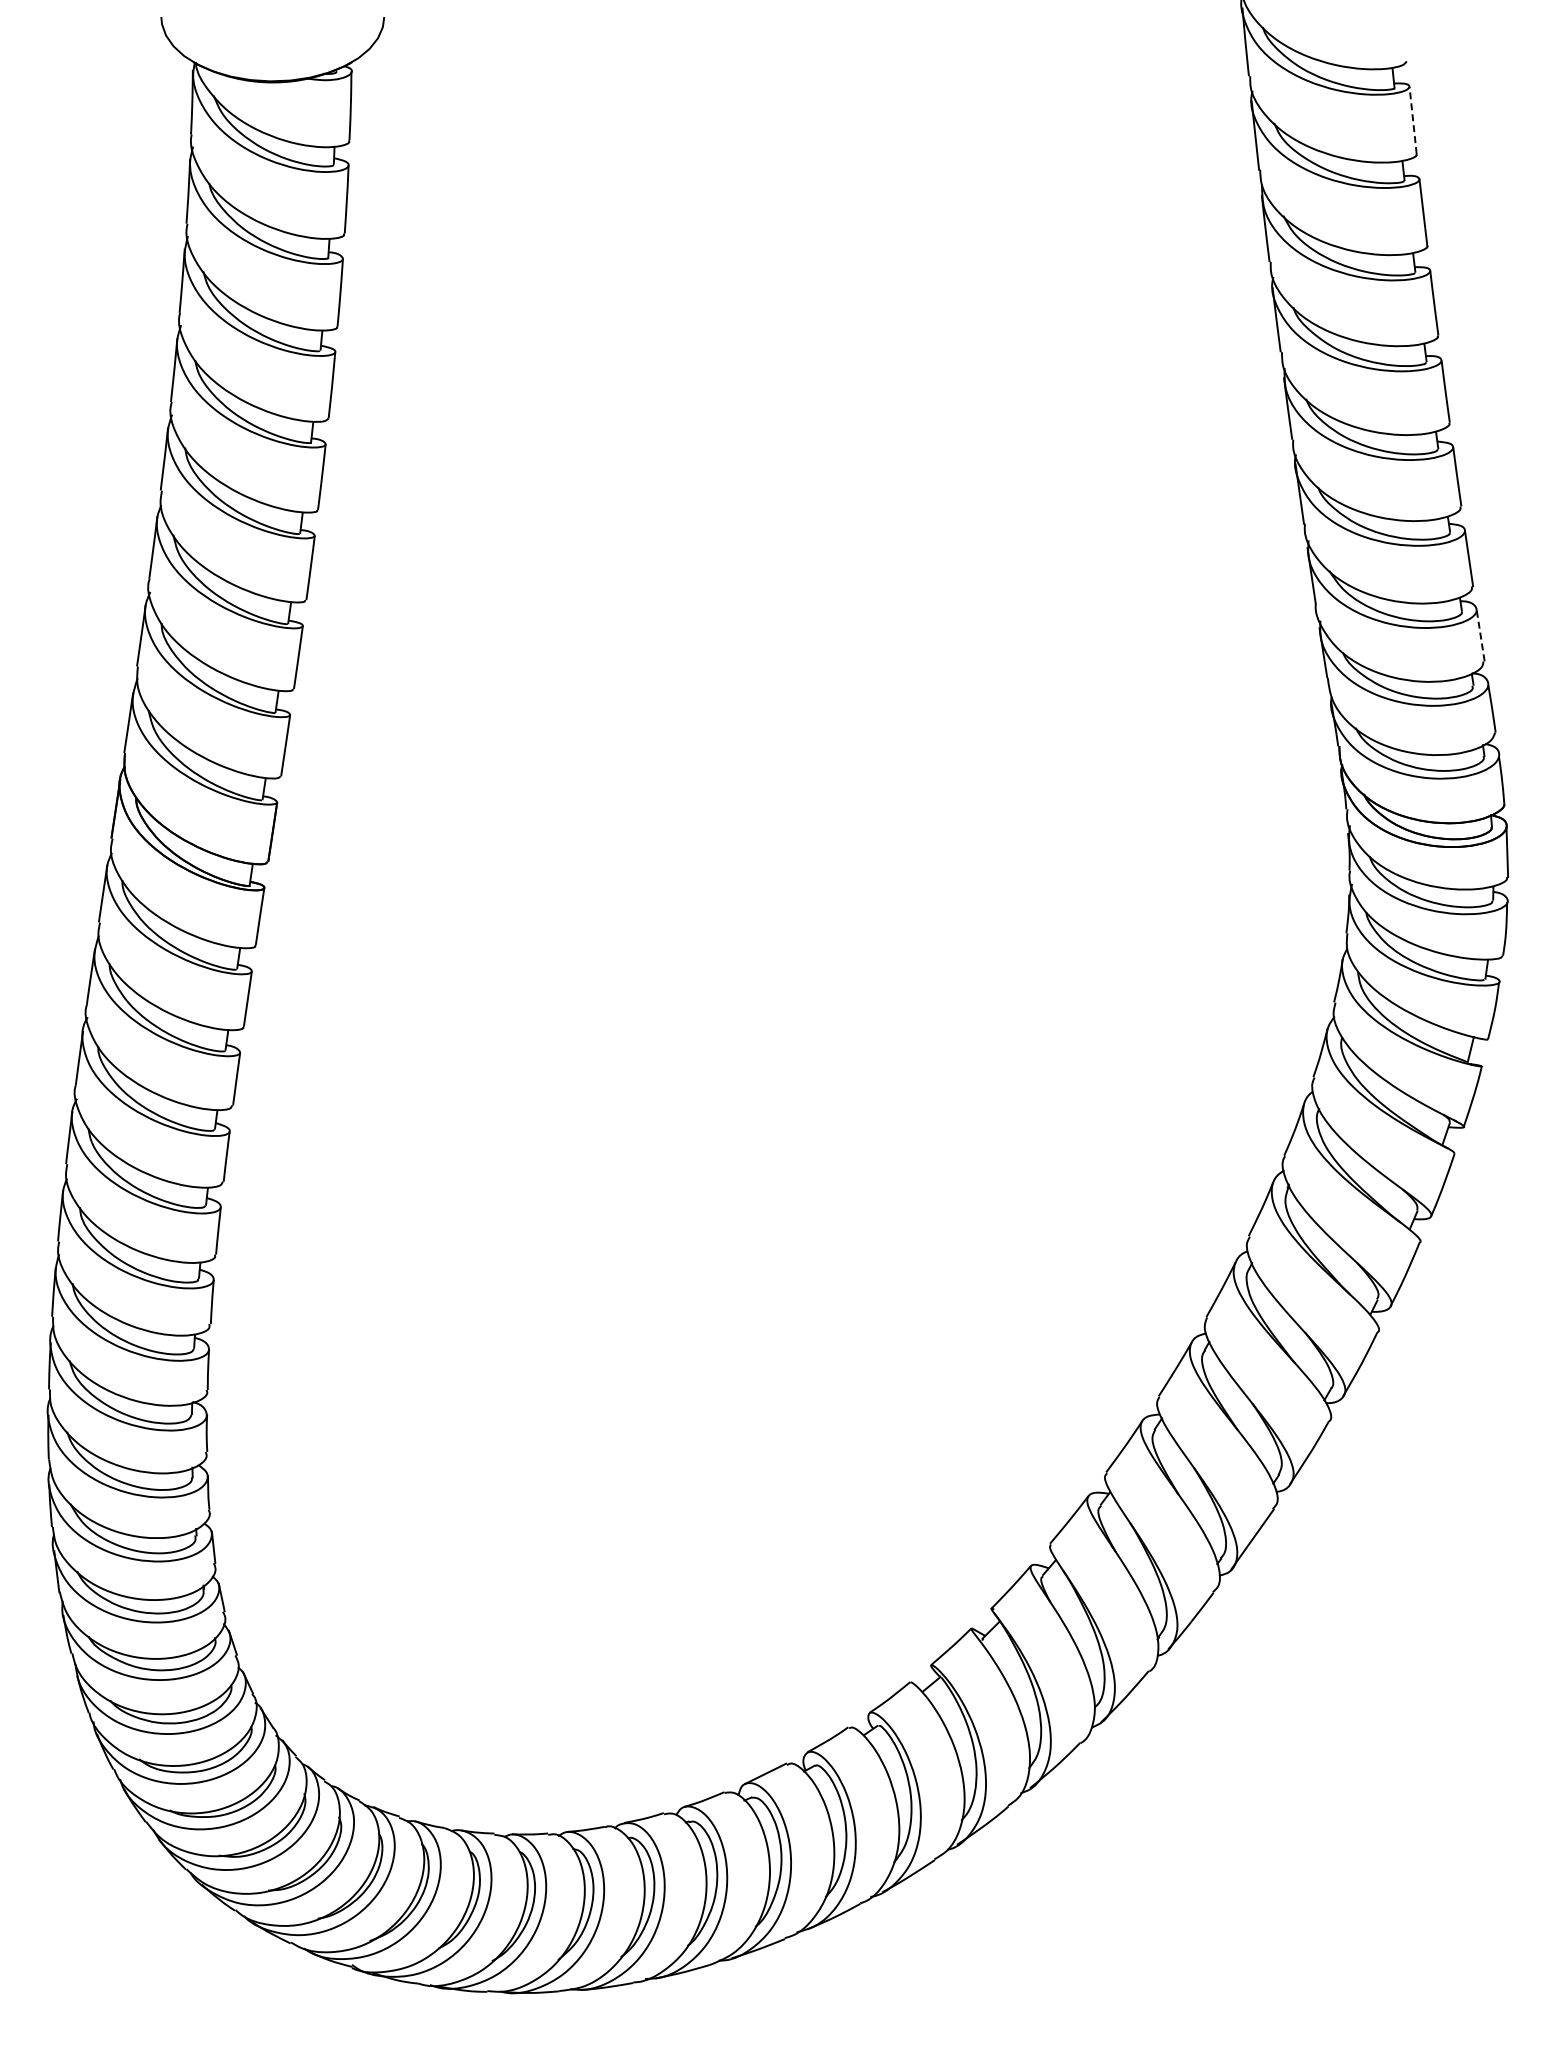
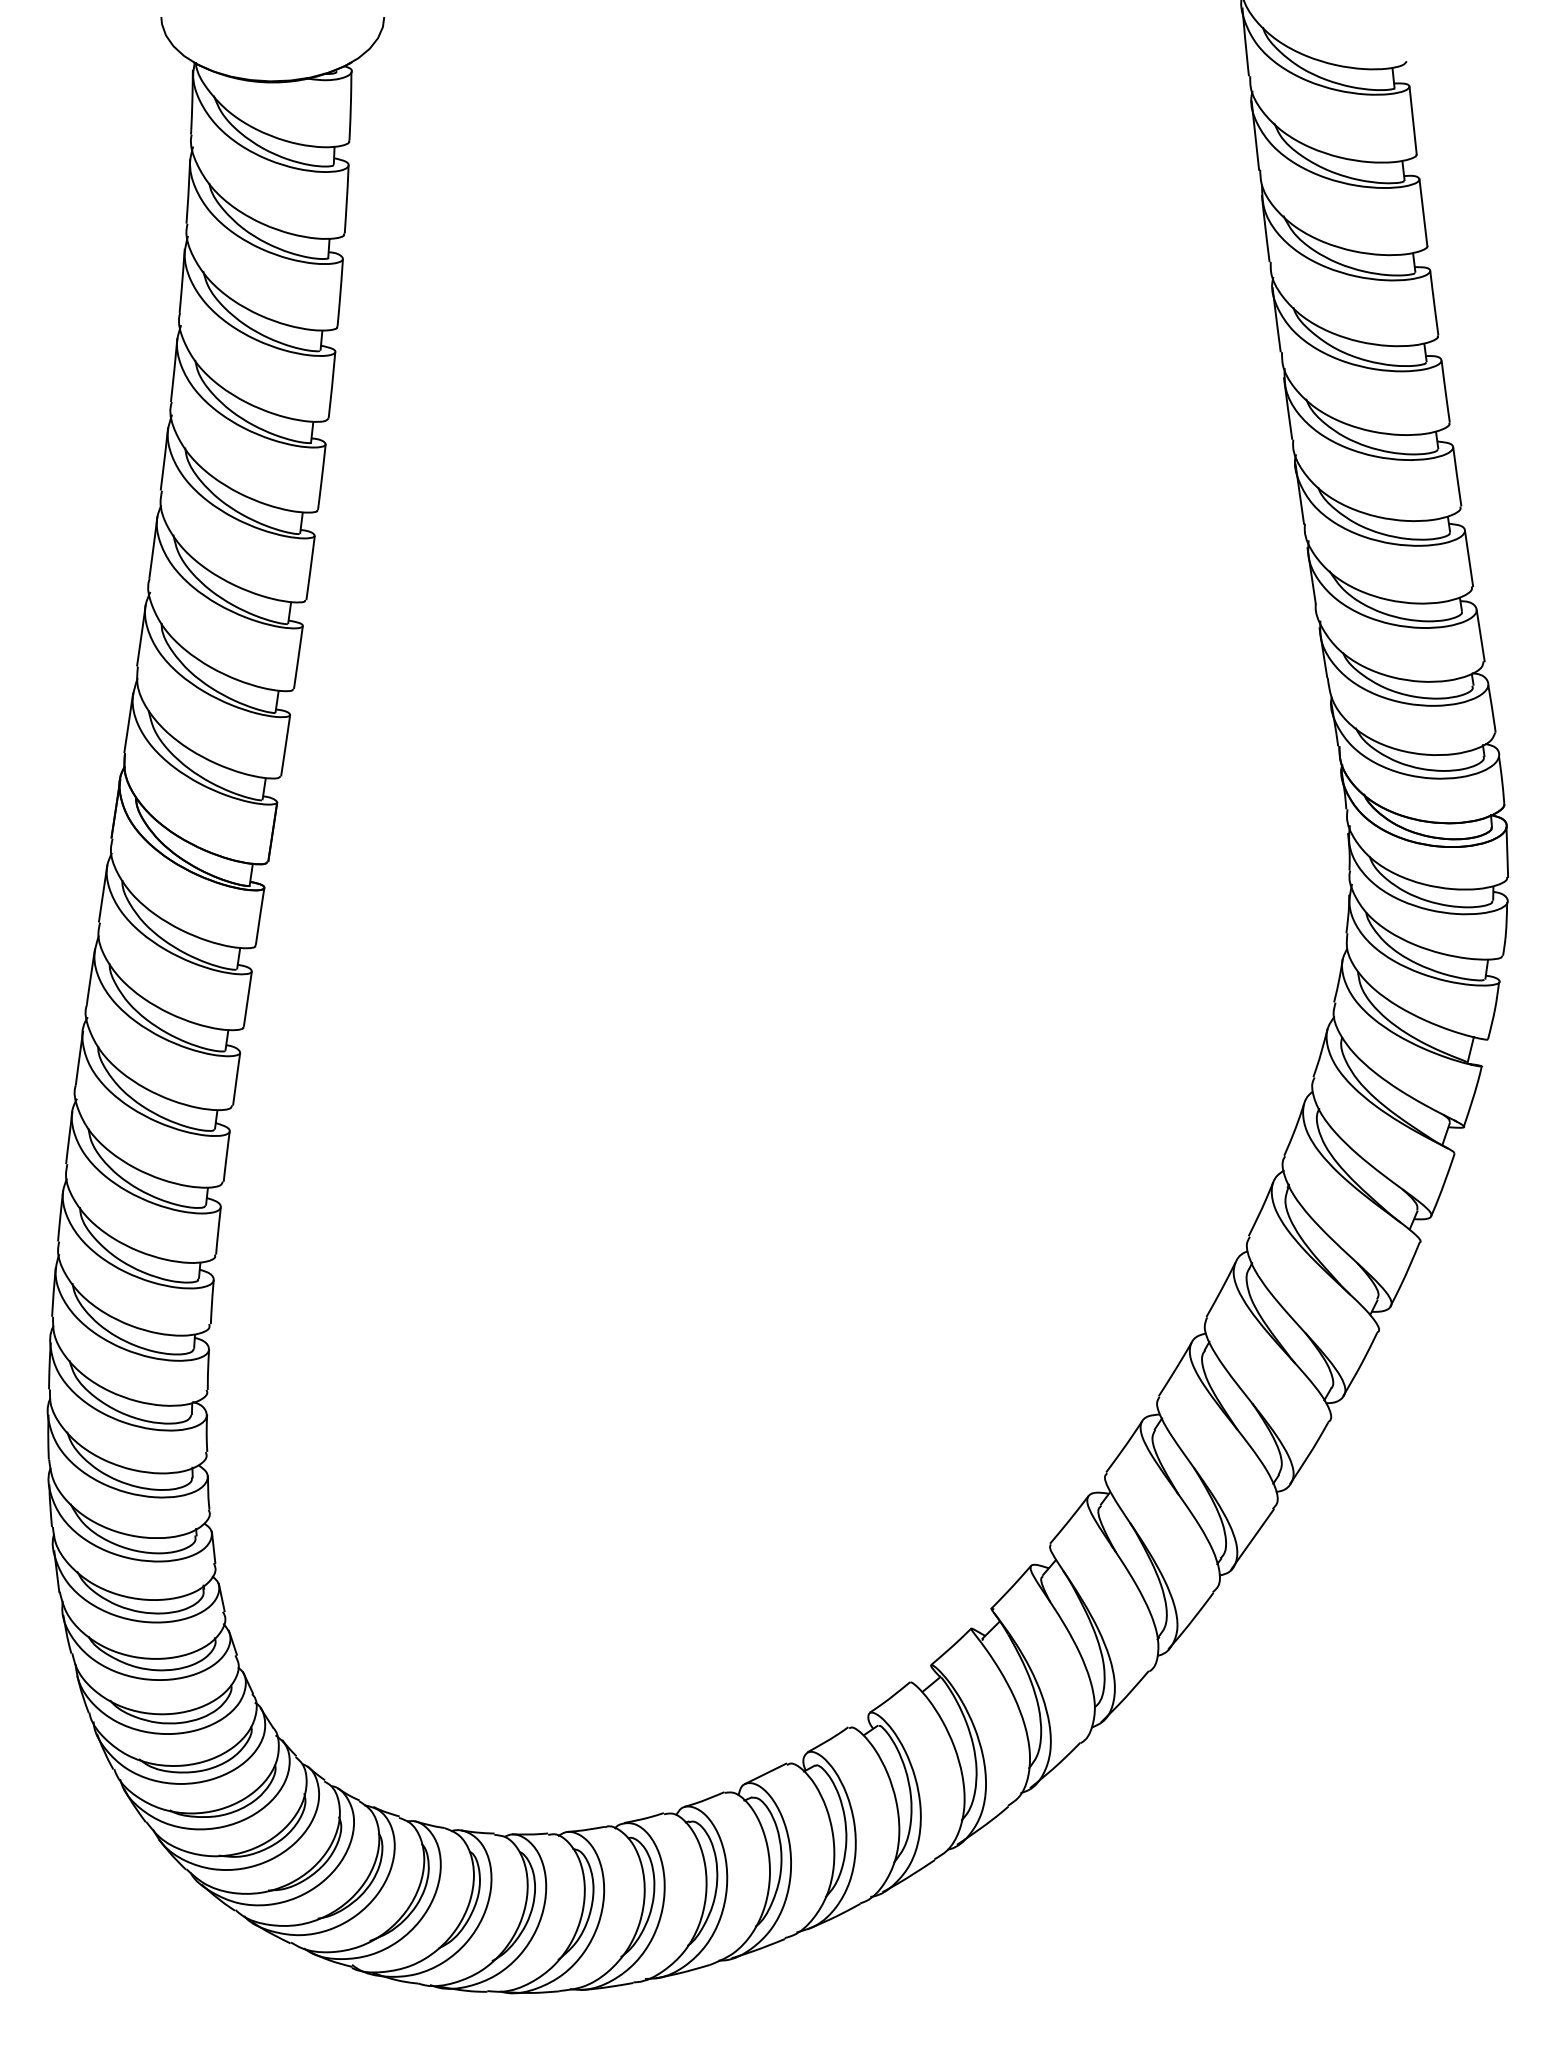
line at (1413, 120): dashed -> solid
line at (1480, 635): dashed -> solid
